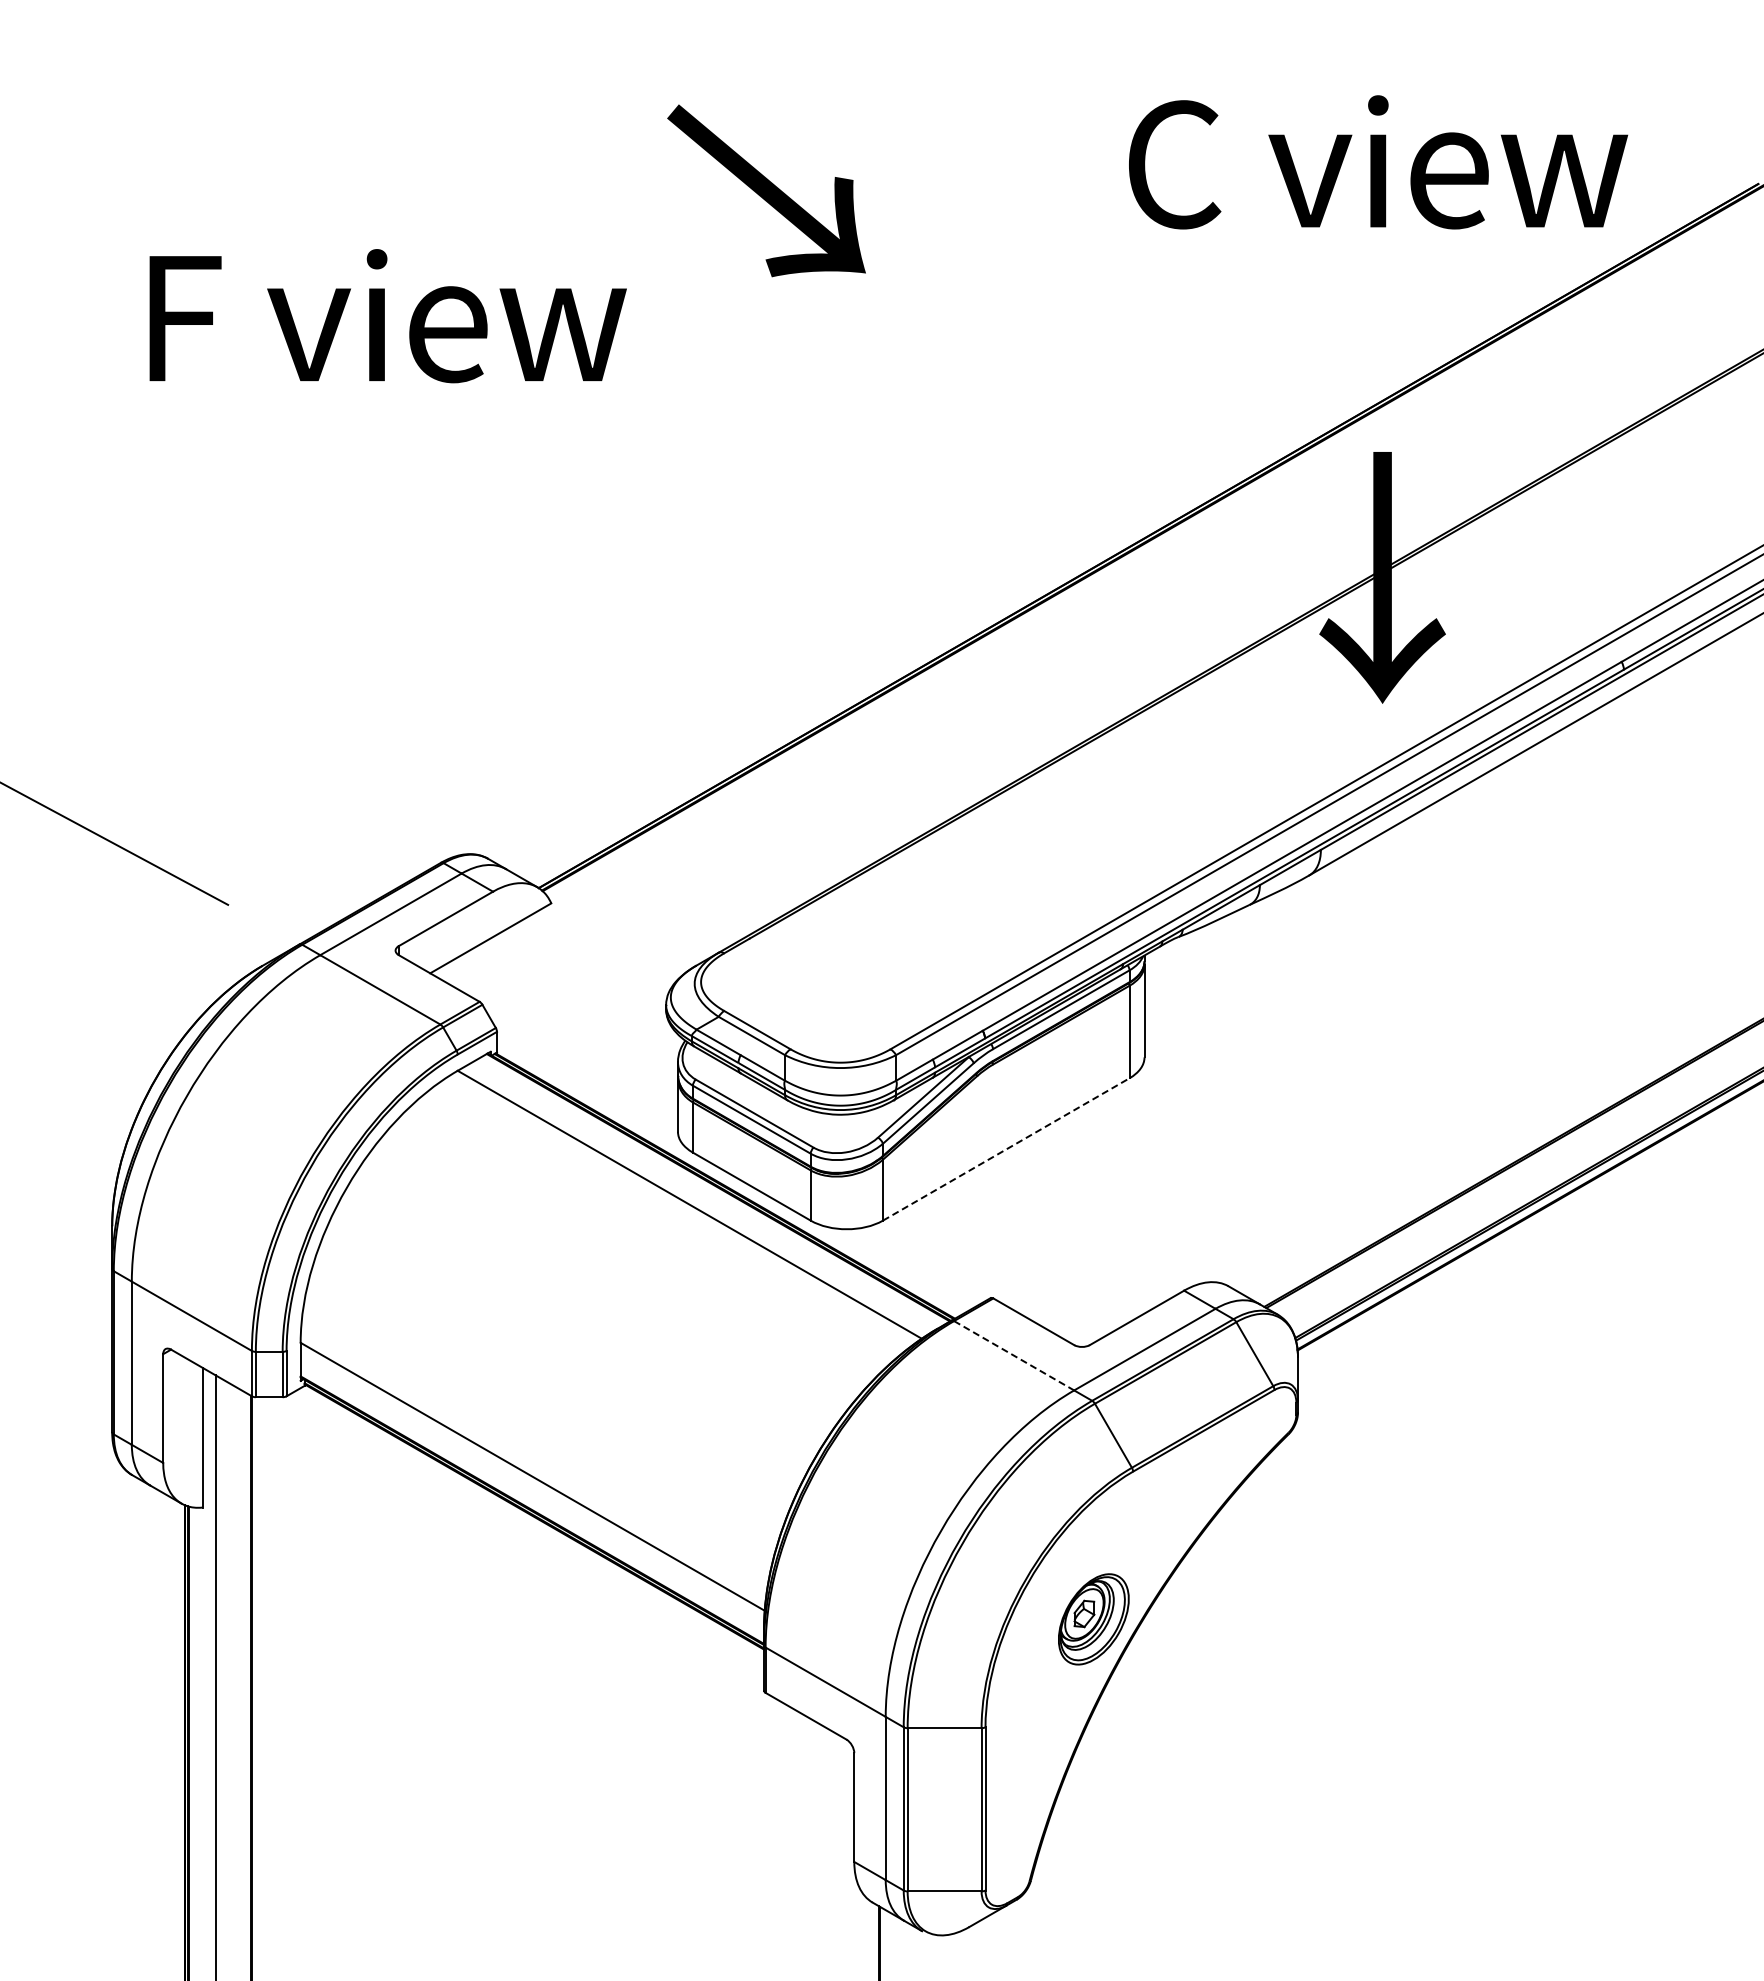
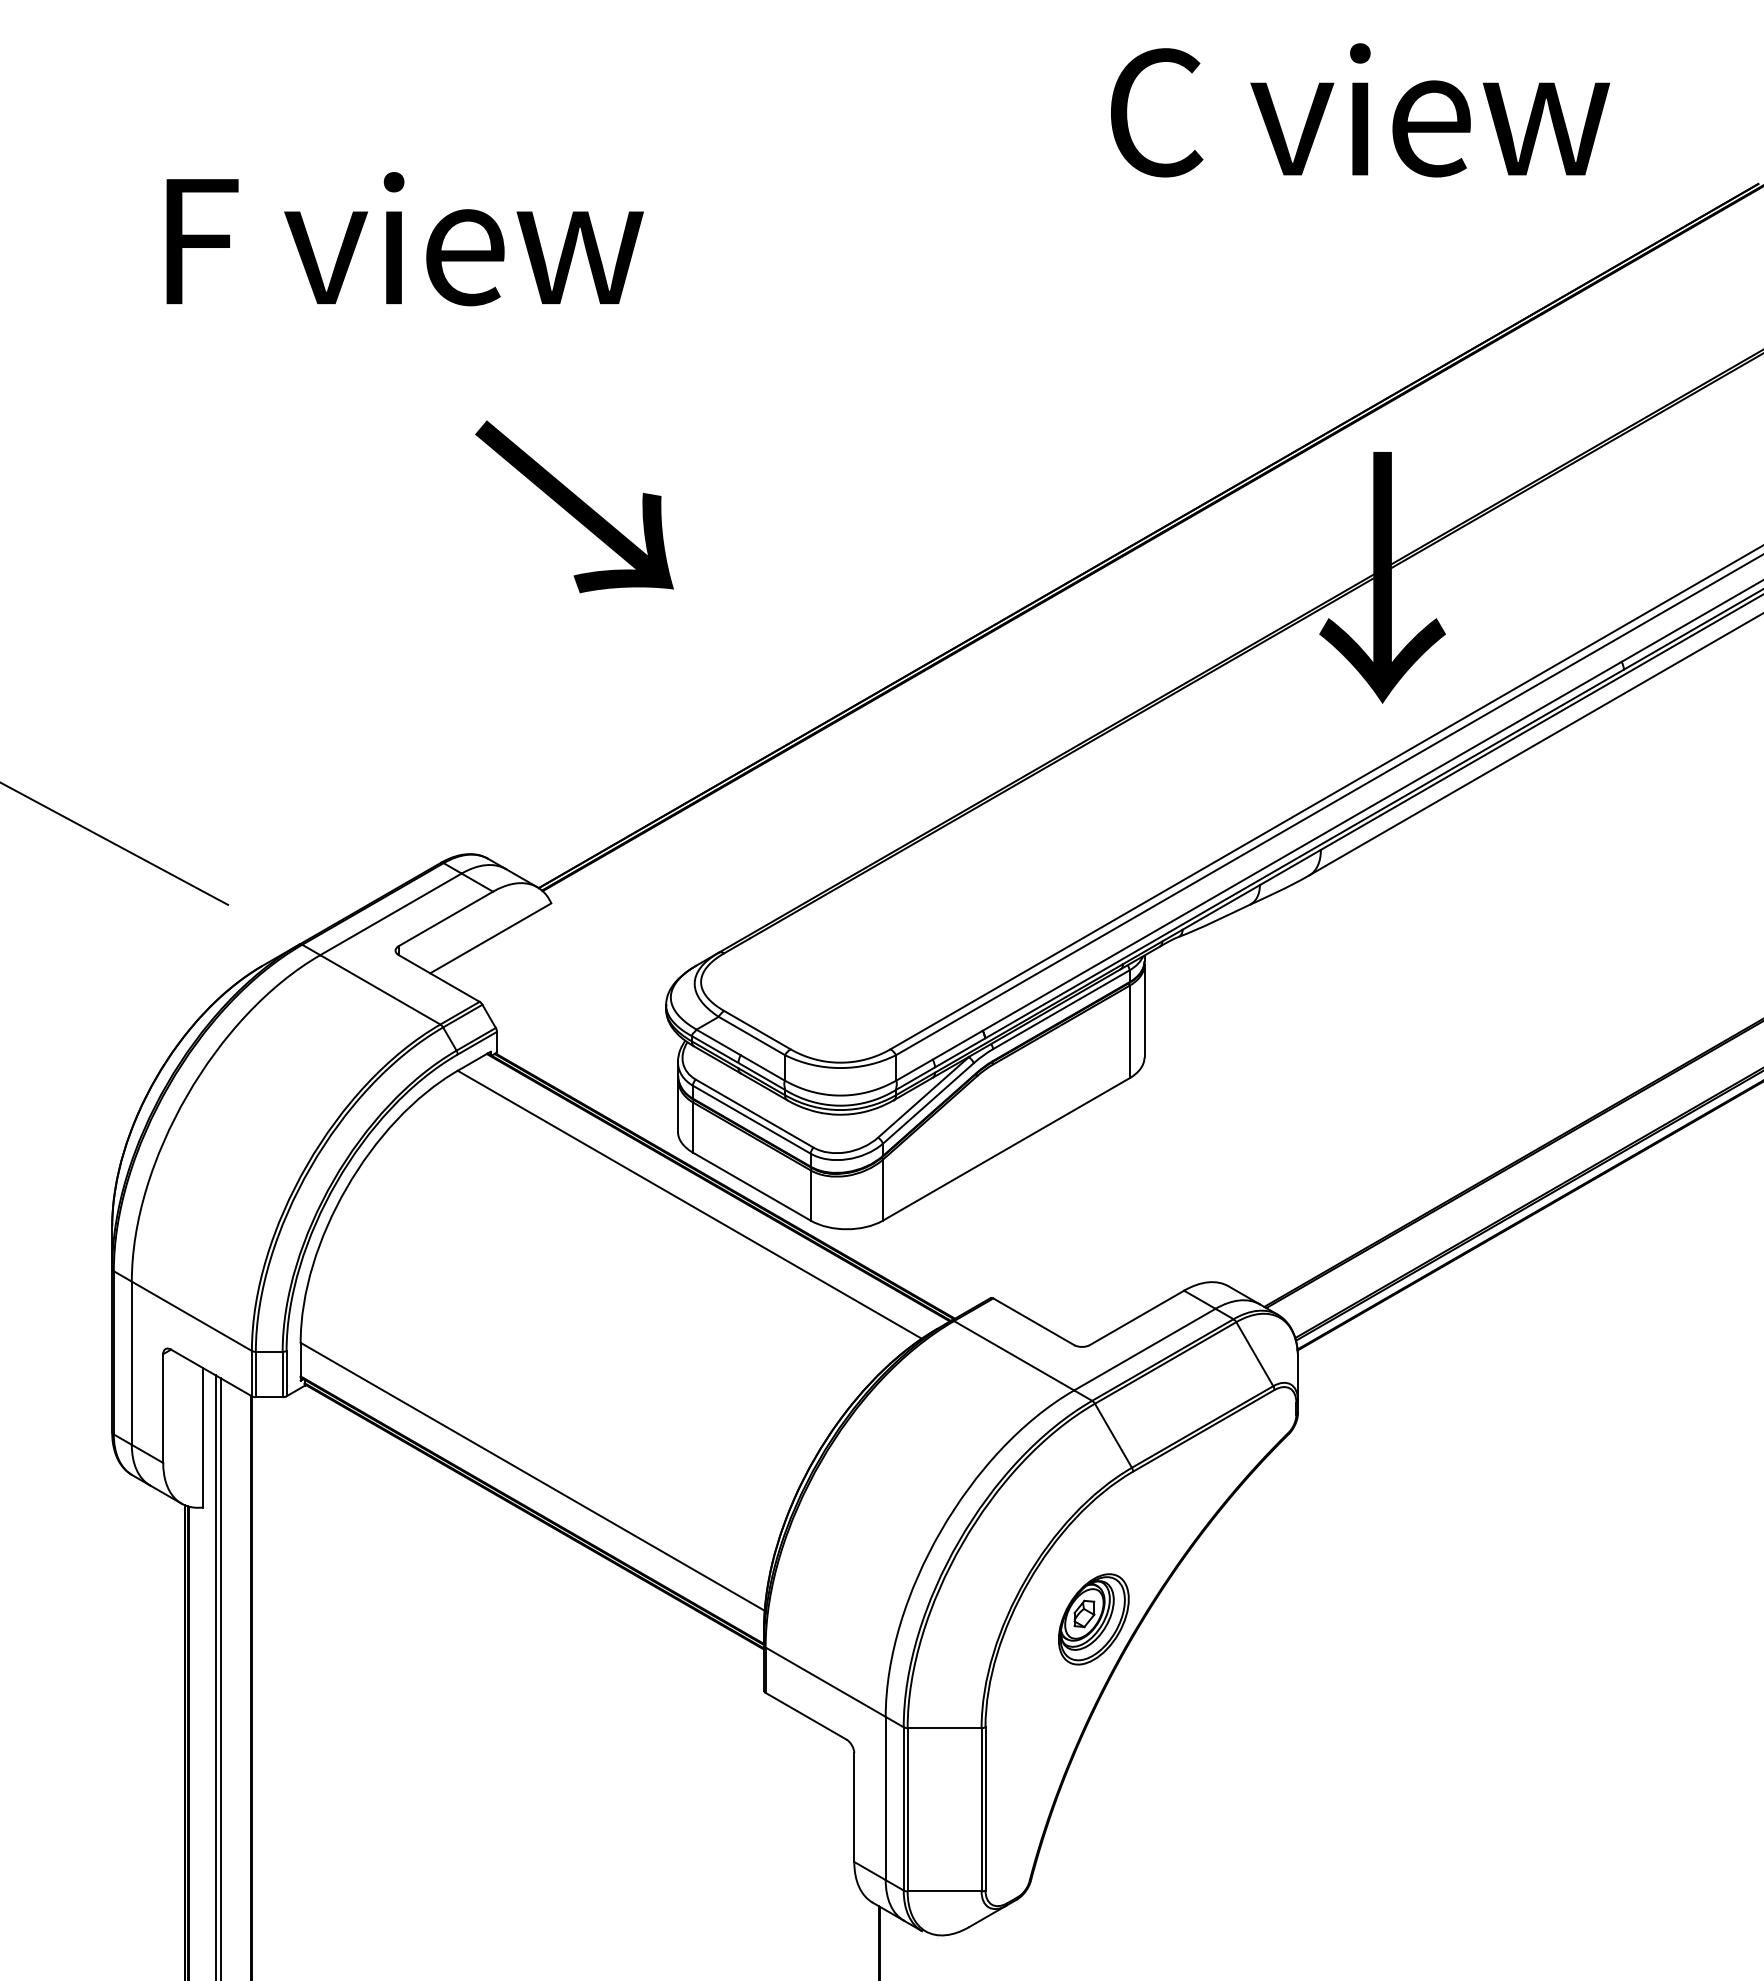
text at (1378, 162) position: (1378, 162) -> (1360, 110)
text at (766, 190) position: (766, 190) -> (574, 506)
text at (387, 316) position: (387, 316) -> (404, 239)
line at (1006, 1149): dashed -> solid
line at (1014, 1356): dashed -> solid
line at (220, 1677): none -> present
